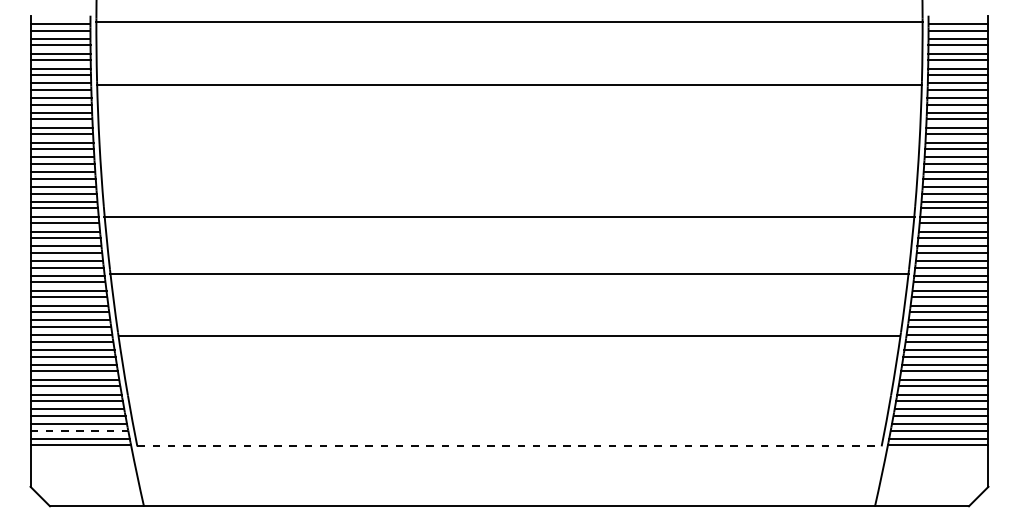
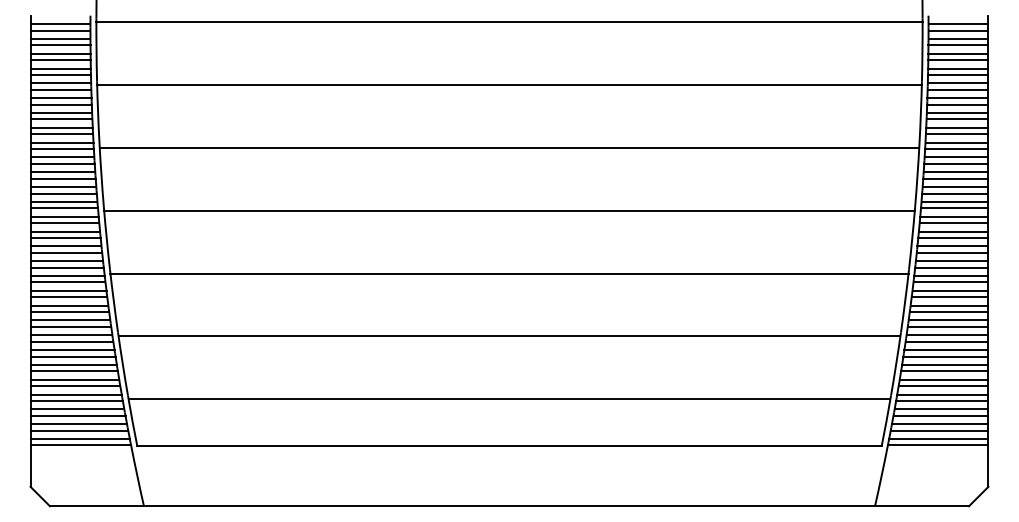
line at (509, 147): none -> present
line at (509, 216) position: (509, 216) -> (509, 210)
line at (509, 399): none -> present
line at (79, 430): dashed -> solid
line at (510, 446): dashed -> solid
